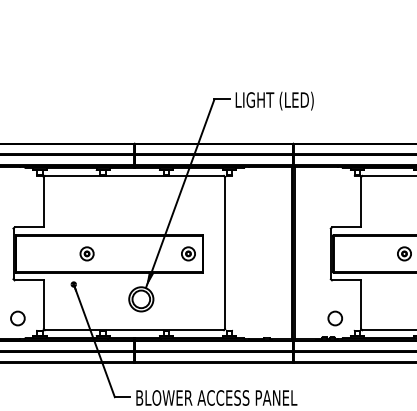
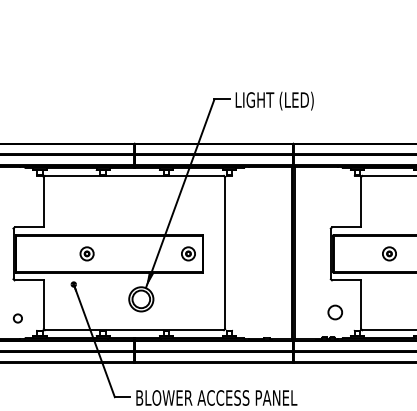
part at (404, 253) position: (404, 253) -> (389, 253)
circle at (17, 318) size: 16x17 px -> 11x11 px
circle at (334, 318) position: (334, 318) -> (334, 312)
